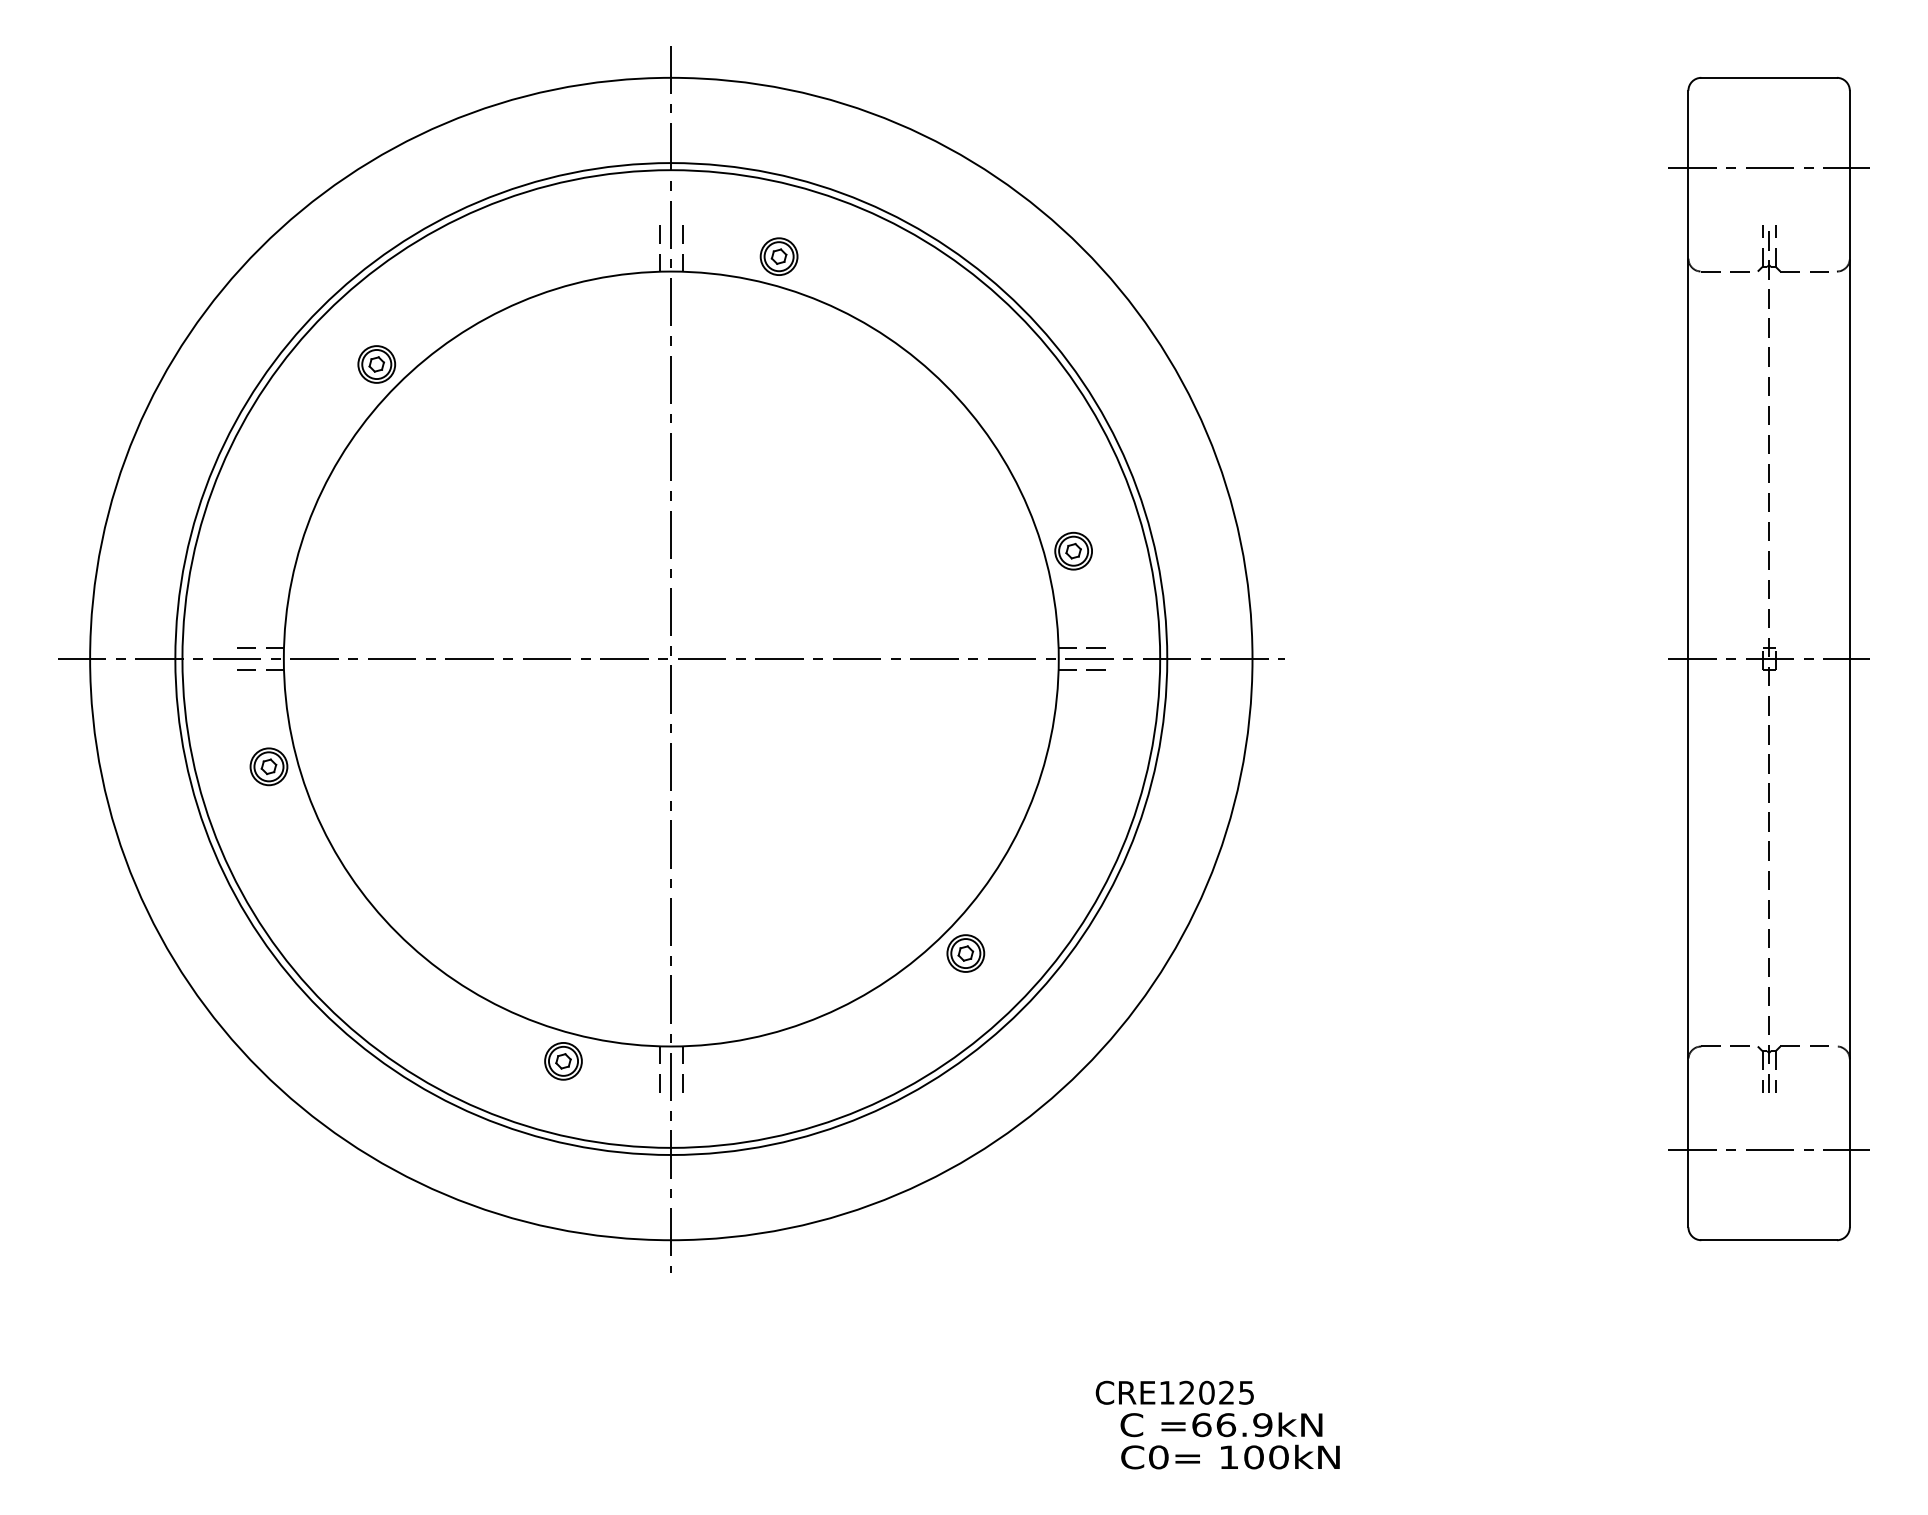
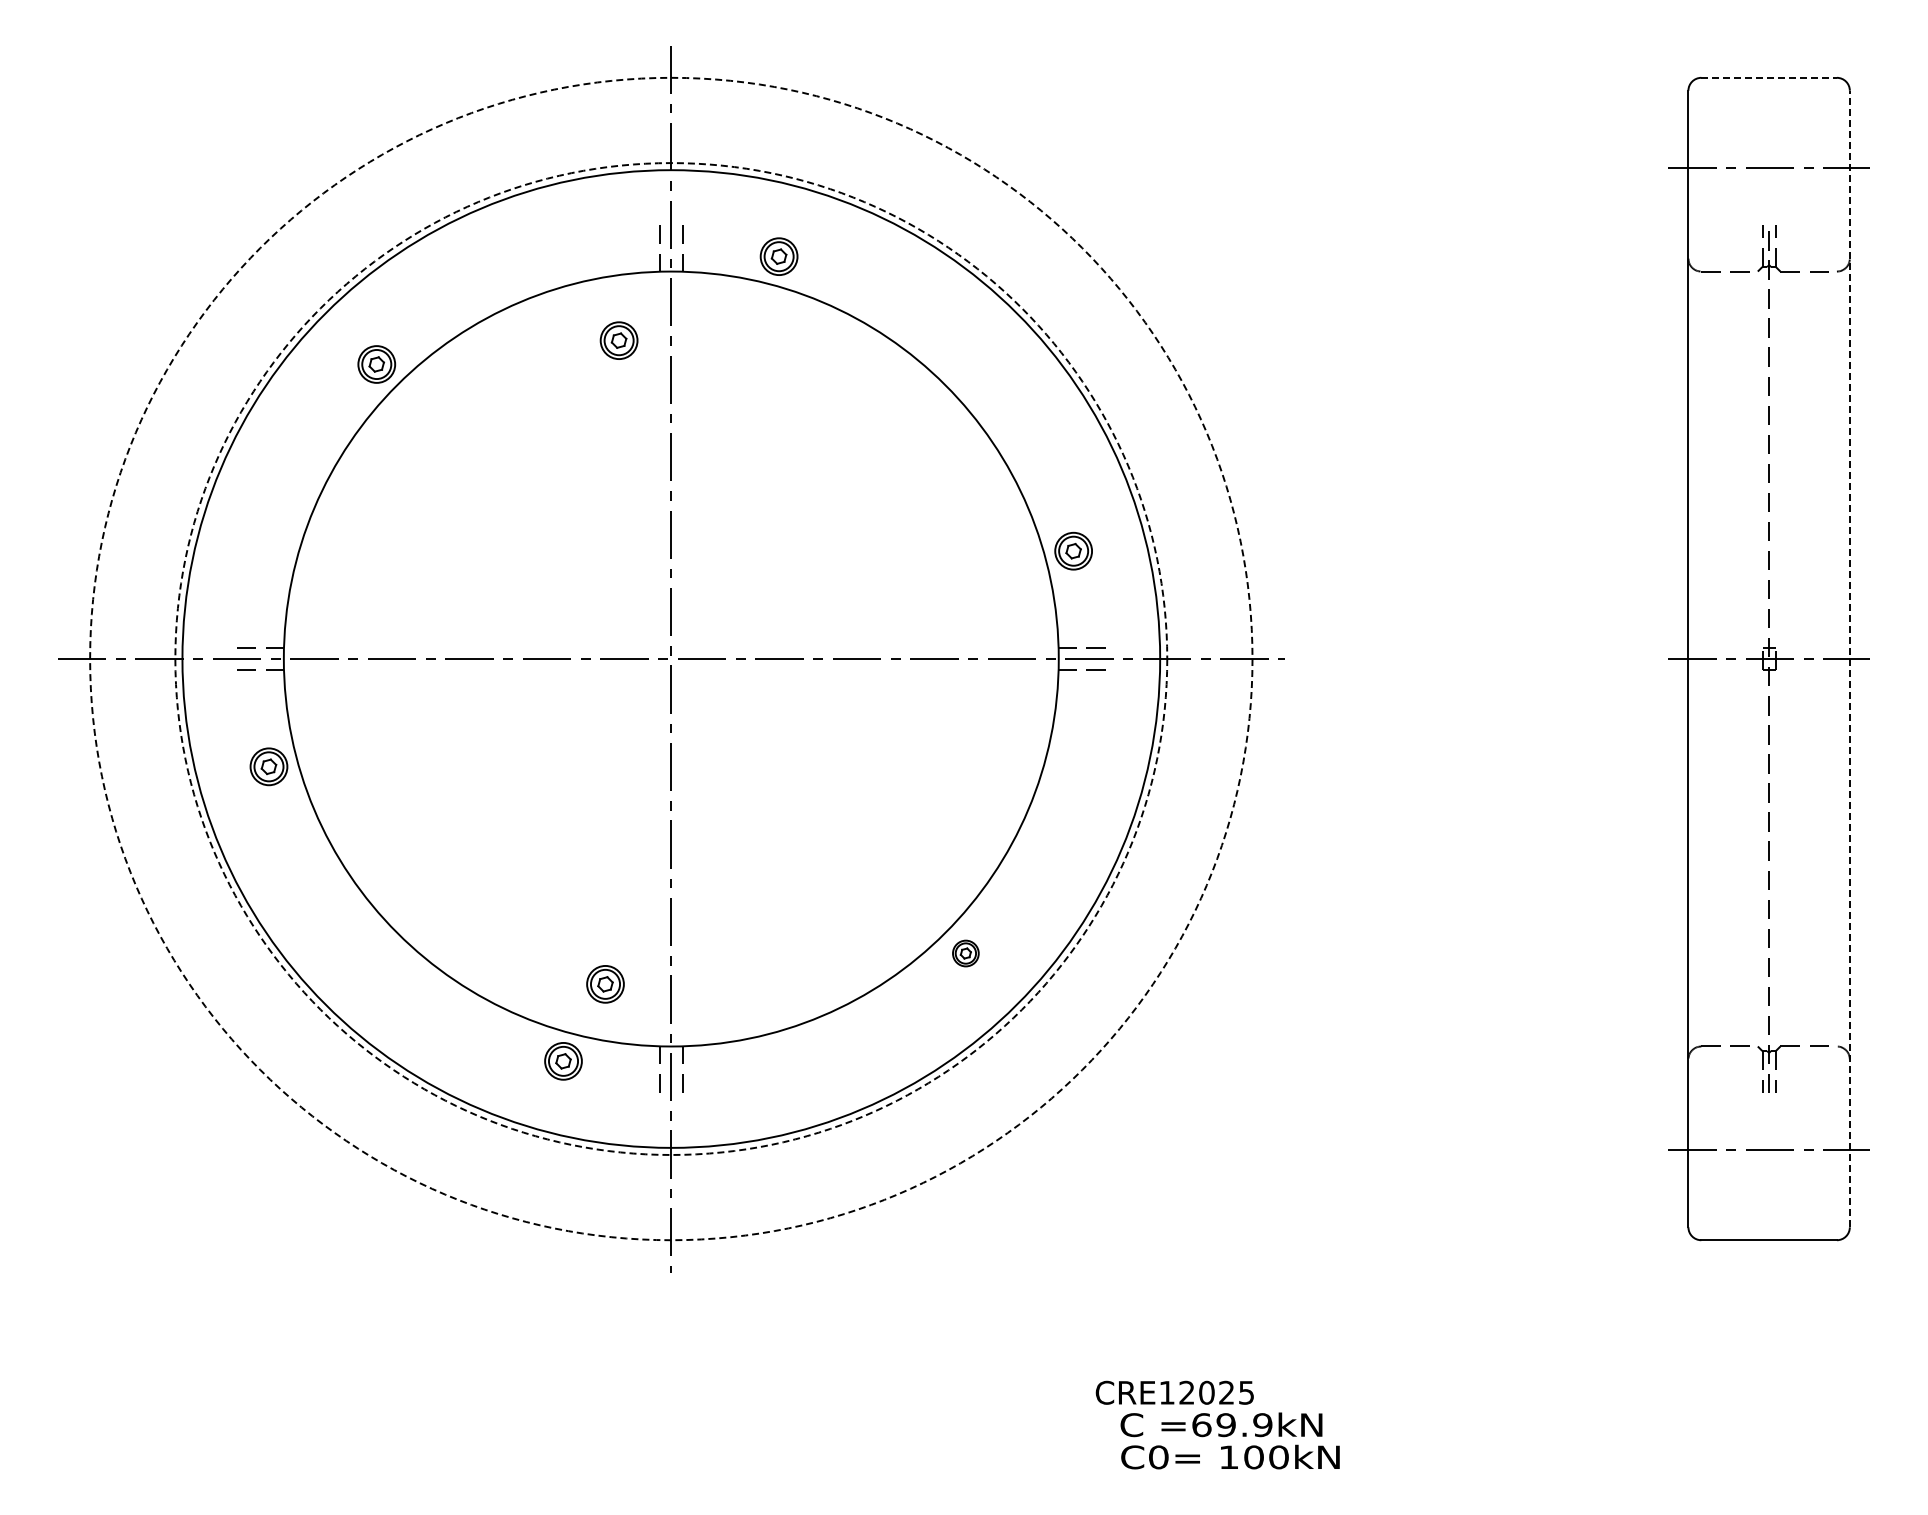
line at (1769, 77): solid -> dashed
part at (618, 340): none -> present
circle at (671, 658): solid -> dashed
circle at (671, 658): solid -> dashed
line at (1849, 658): solid -> dashed
part at (965, 953) size: 40x39 px -> 28x29 px
part at (605, 984): none -> present
text at (1226, 1425): =66.9kN -> =69.9kN
